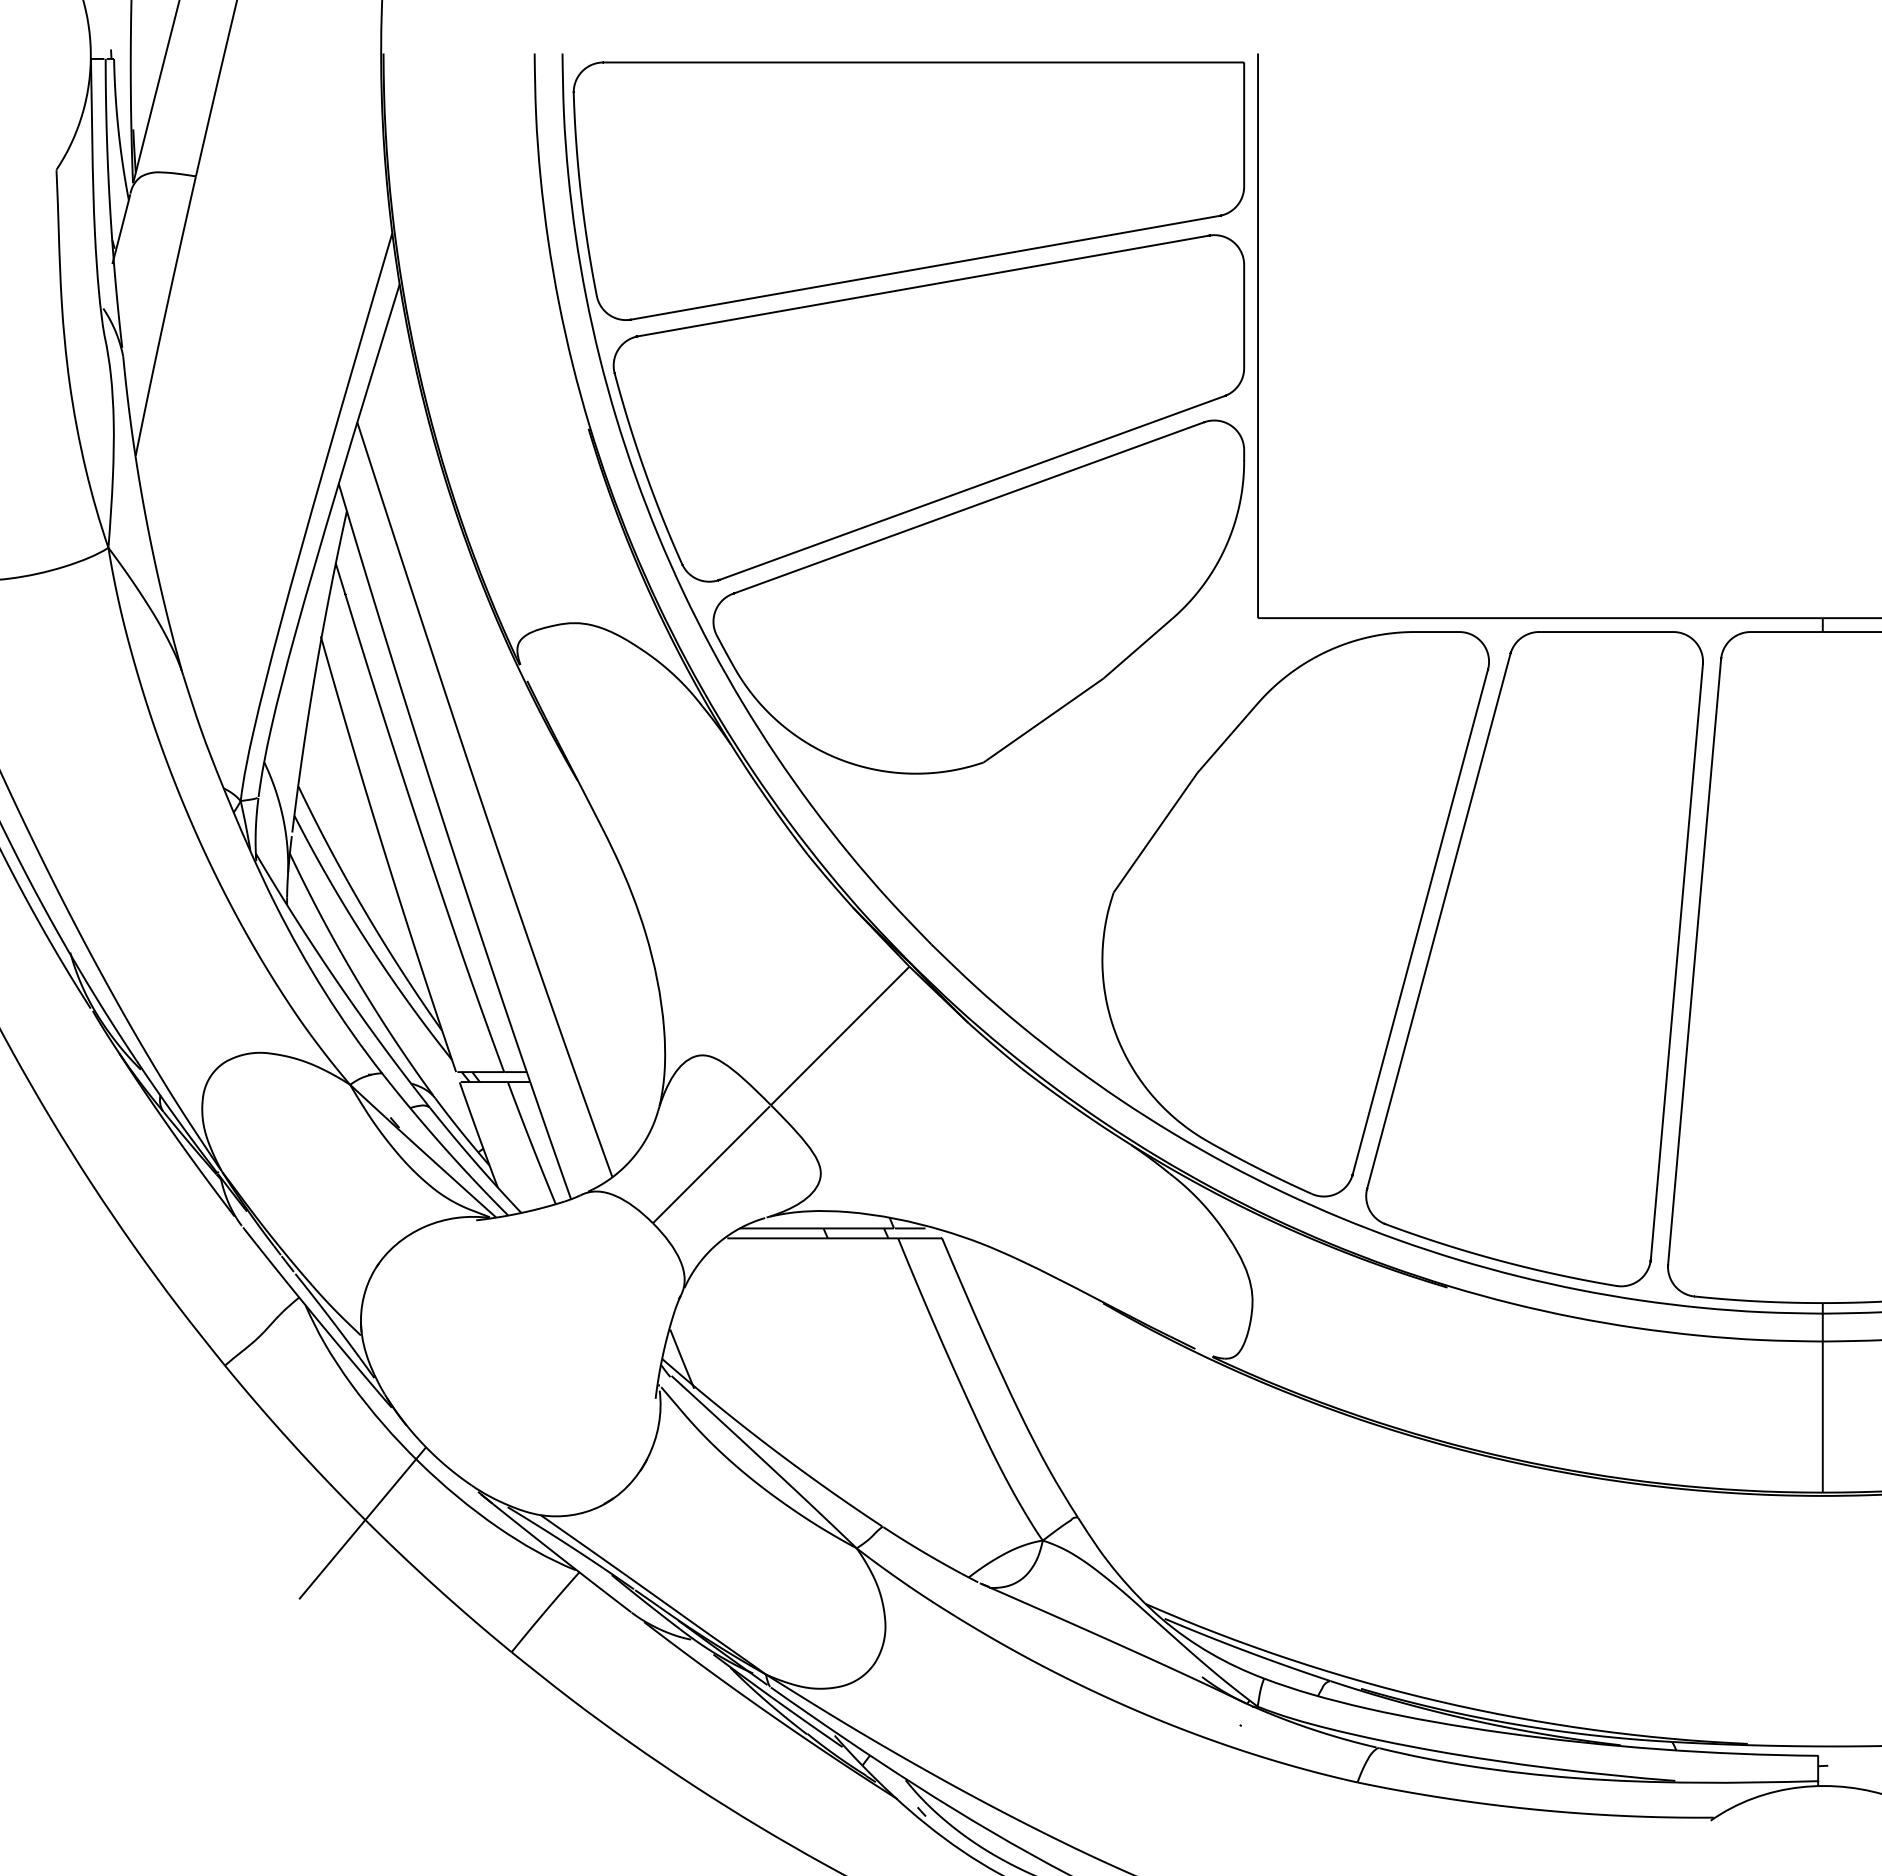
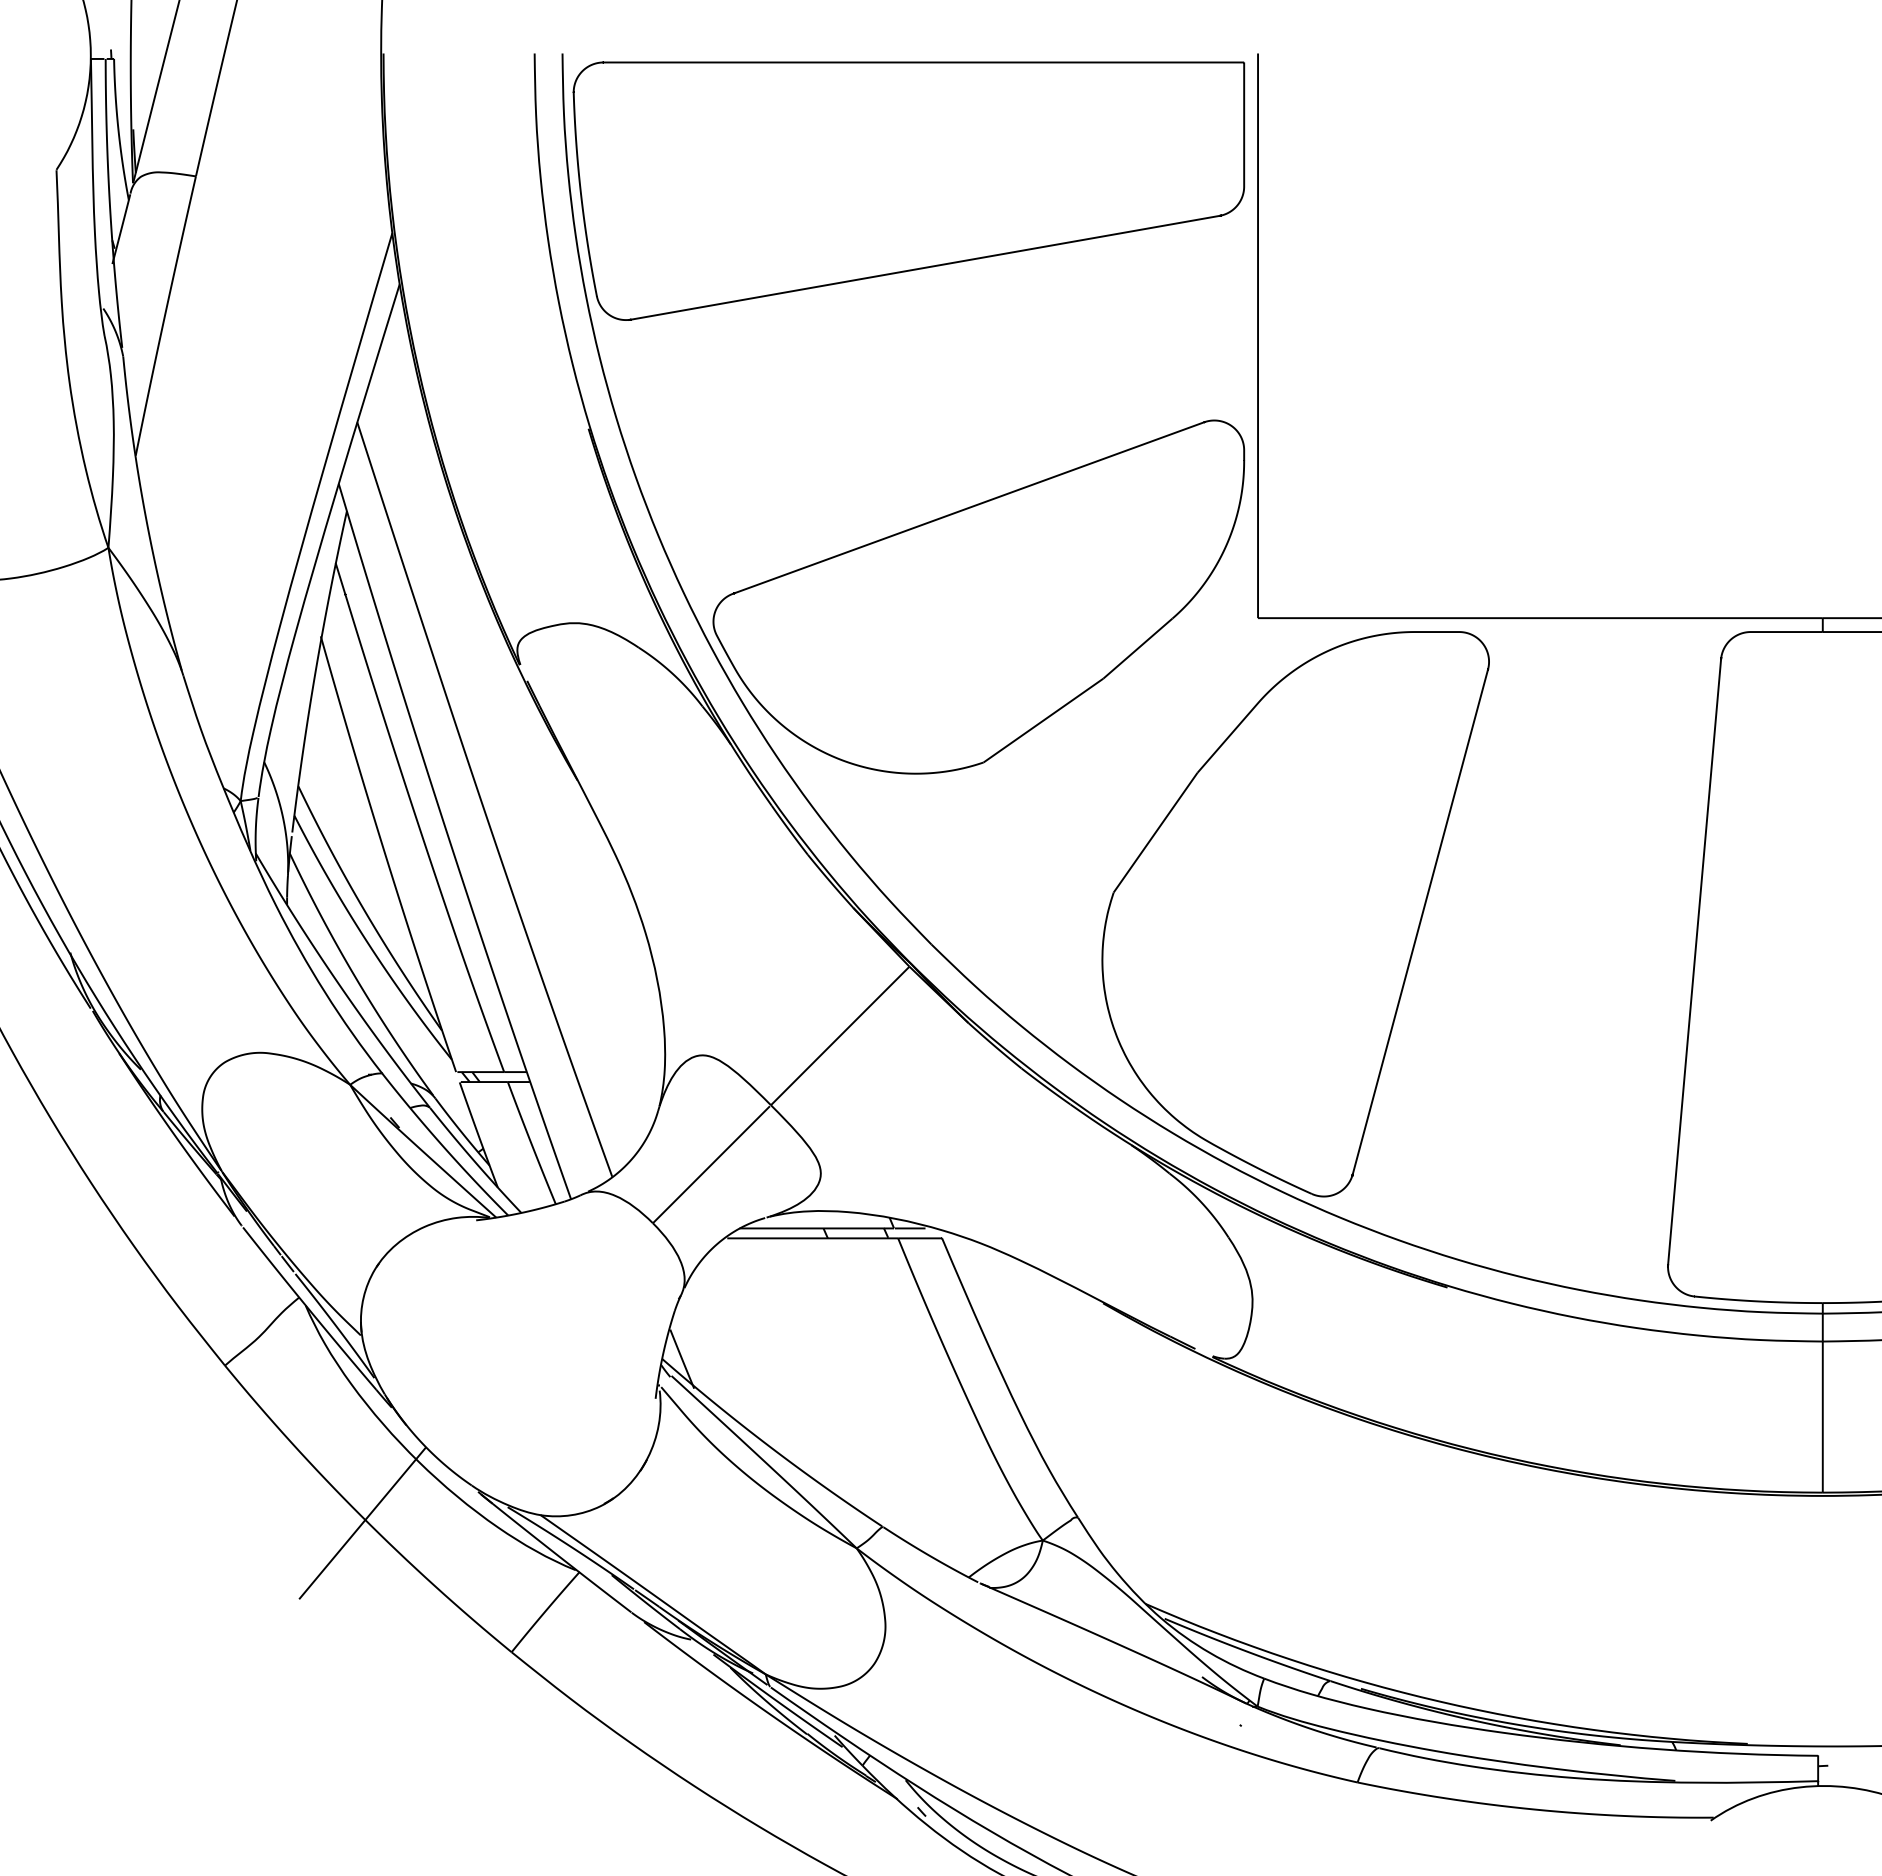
part at (928, 408): present -> none
part at (1534, 959): present -> none
